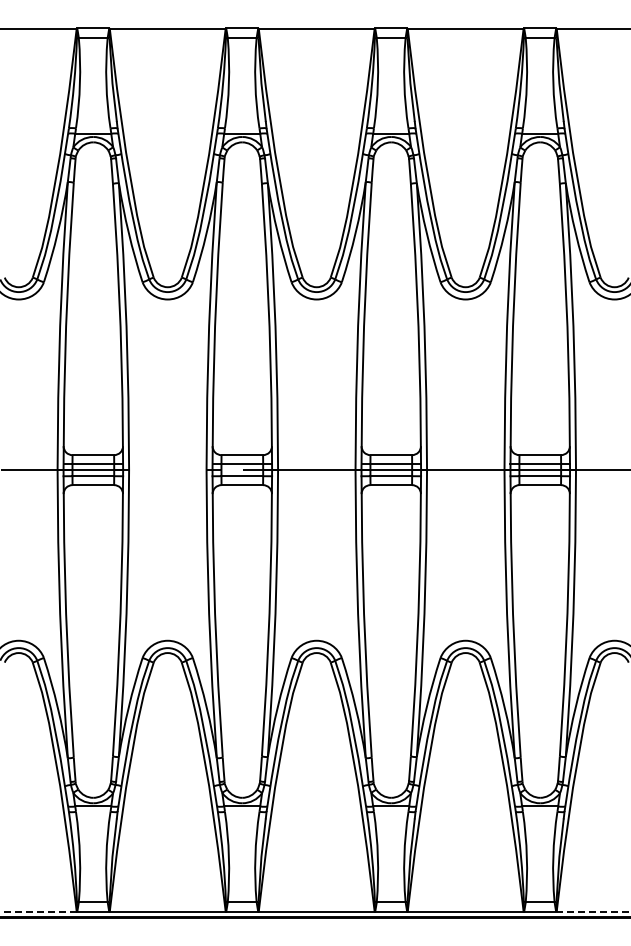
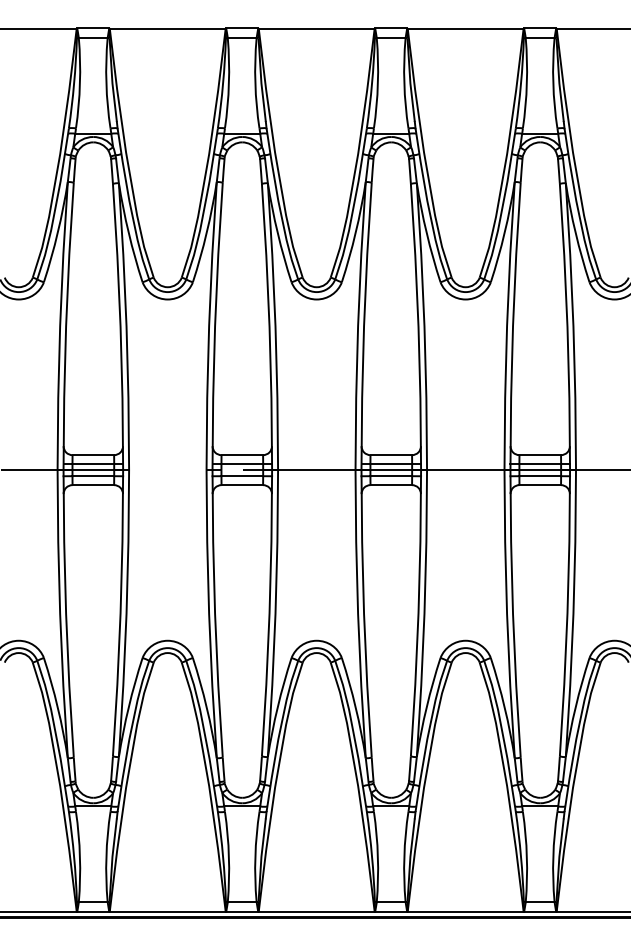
line at (38, 911): dashed -> solid
line at (593, 911): dashed -> solid
